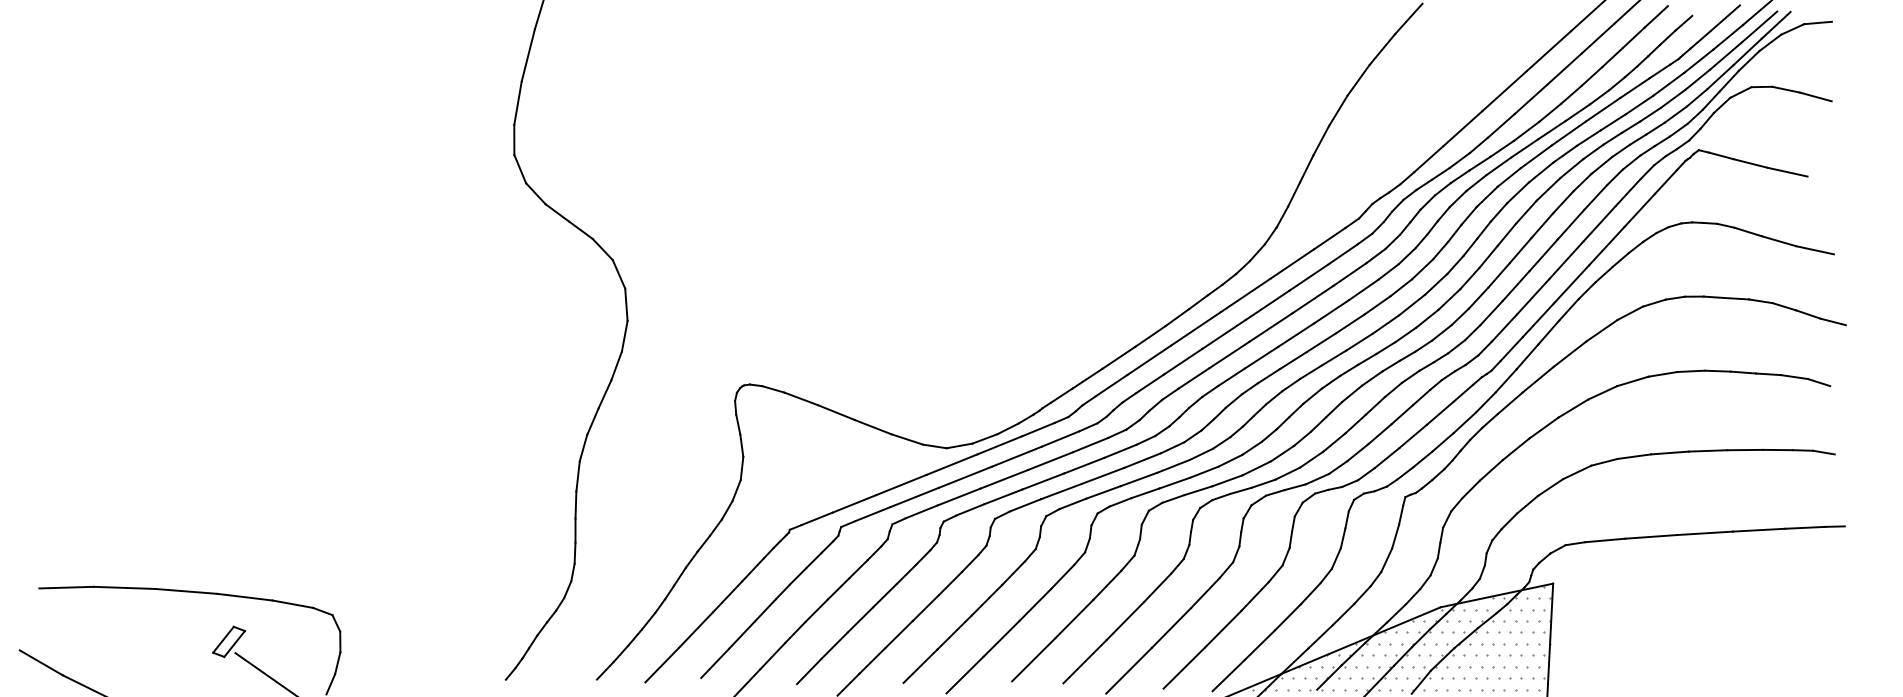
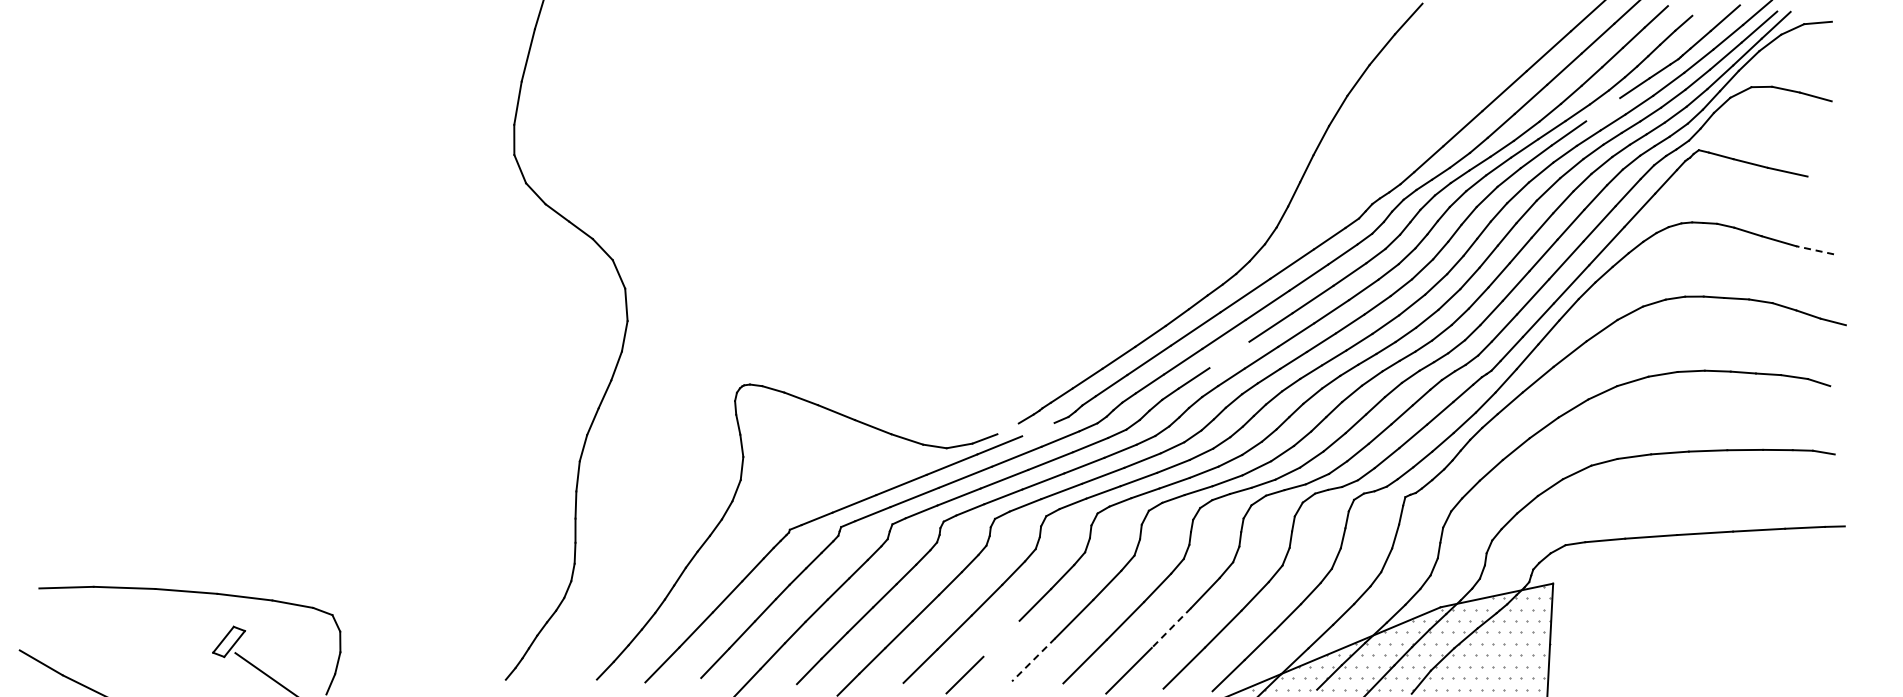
line at (1603, 109): present -> none
line at (1814, 250): solid -> dashed
line at (1229, 354): present -> none
line at (1007, 428): present -> none
line at (1038, 429): present -> none
line at (1171, 628): solid -> dashed
line at (1001, 638): present -> none
line at (1033, 659): solid -> dashed
